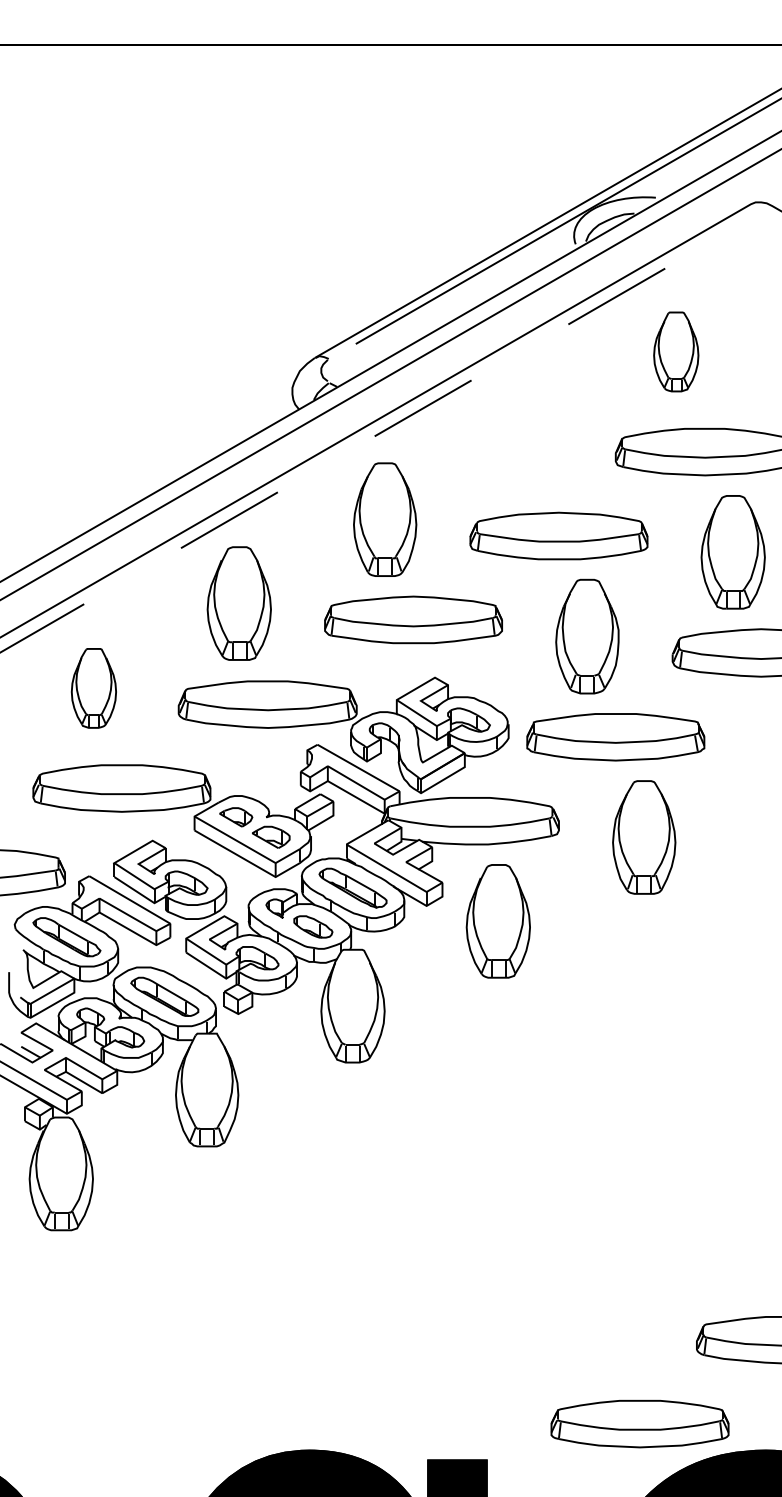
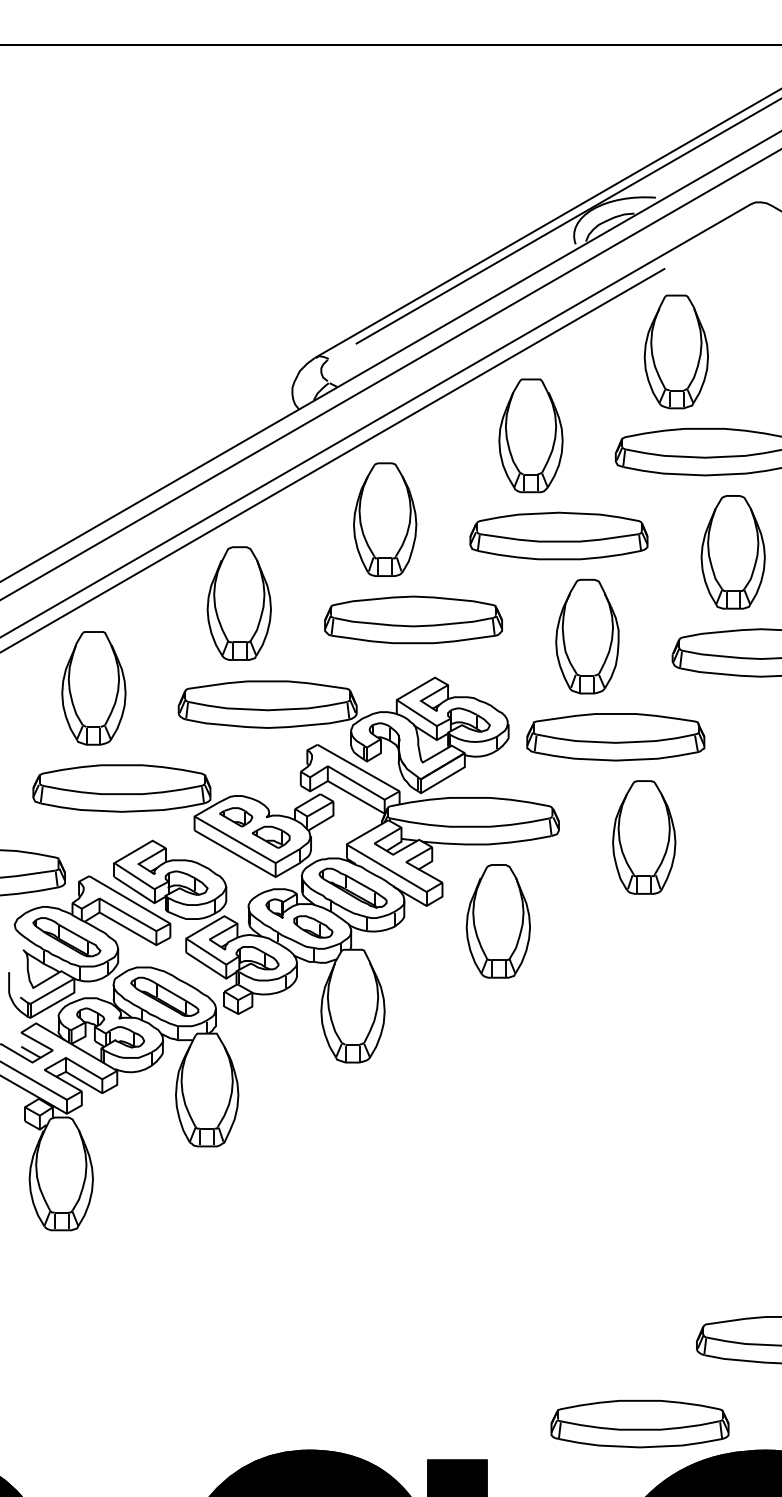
part at (676, 351) size: 47x82 px -> 66x116 px
part at (530, 435): none -> present
line at (332, 460): dashed -> solid
part at (93, 688) size: 47x81 px -> 66x115 px
